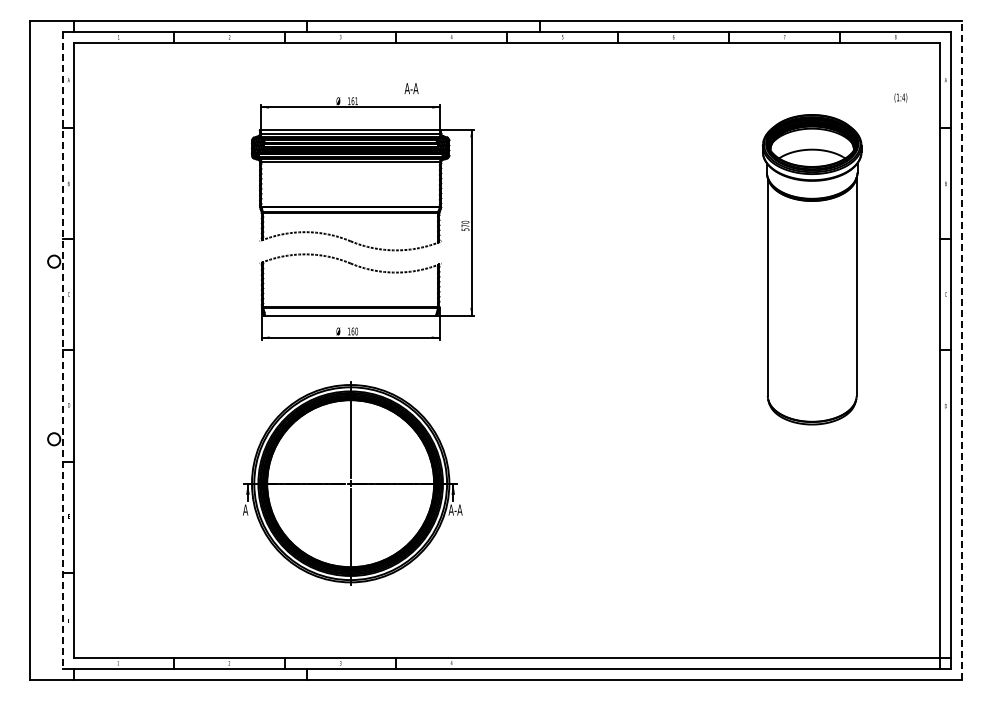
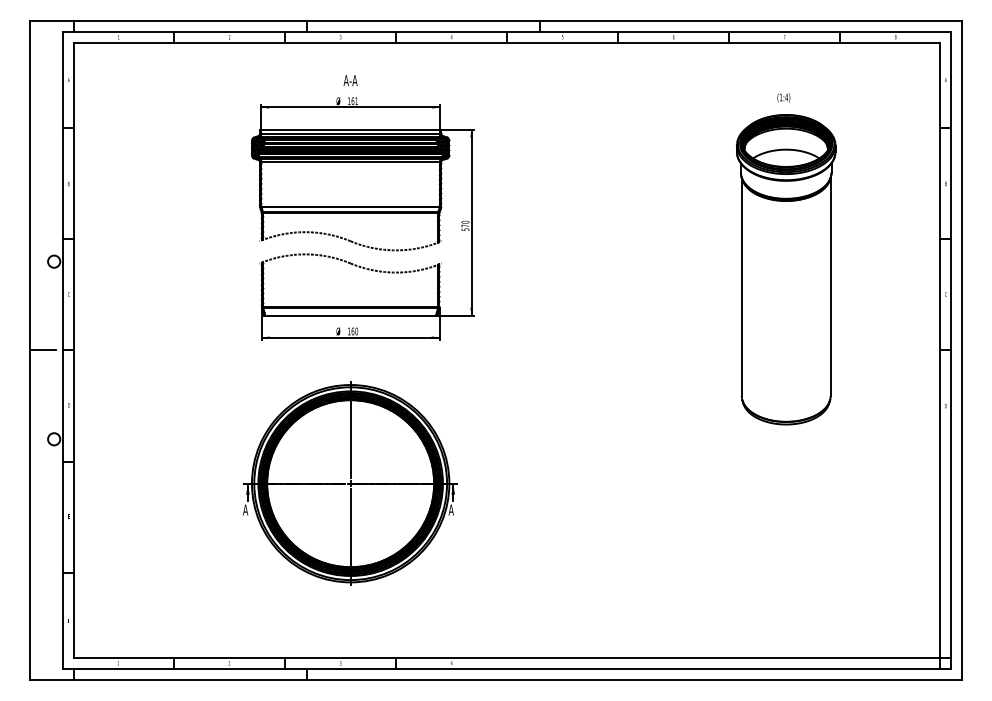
text at (411, 88) position: (411, 88) -> (350, 80)
text at (900, 97) position: (900, 97) -> (783, 97)
part at (812, 269) position: (812, 269) -> (786, 269)
line at (42, 350): none -> present
line at (63, 350): dashed -> solid
line at (962, 350): dashed -> solid
text at (458, 509): A-A -> A
